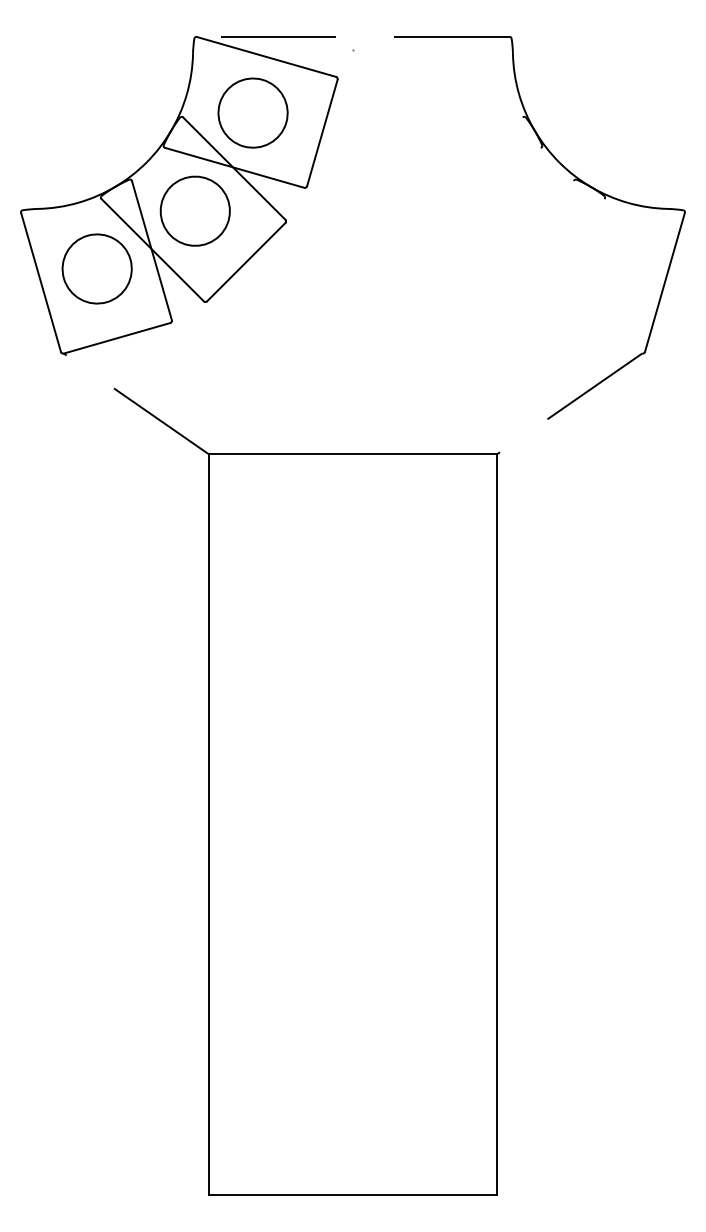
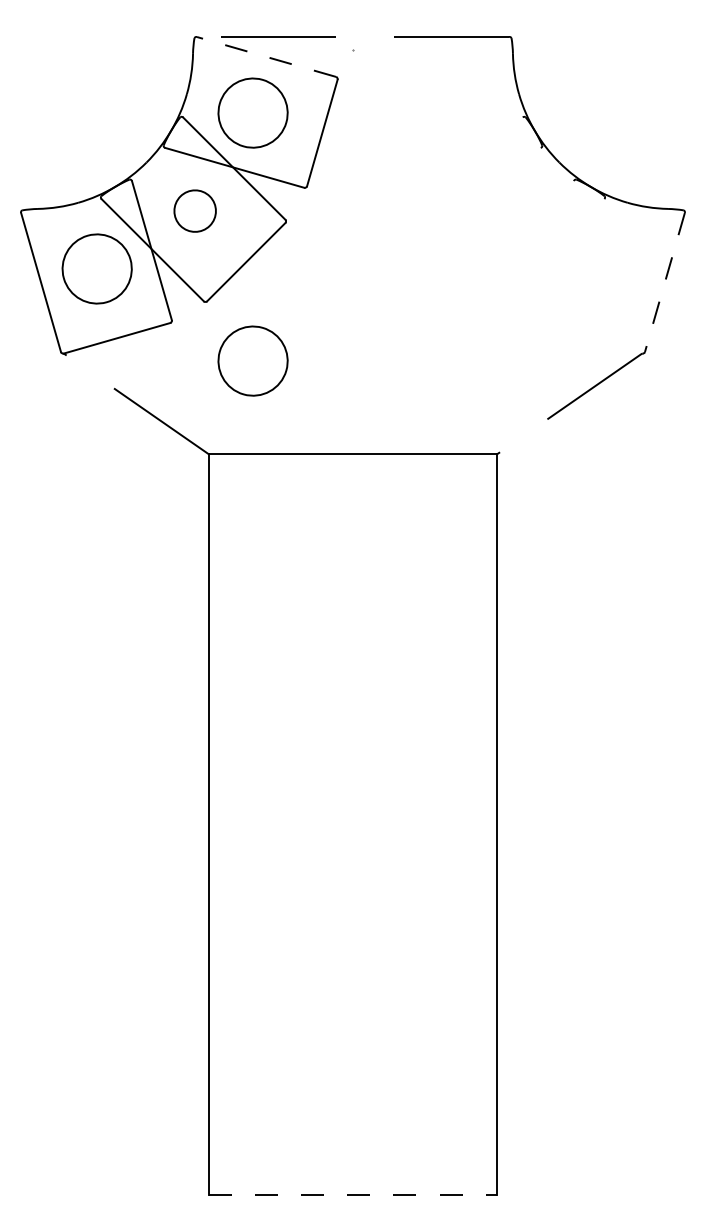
line at (266, 56): solid -> dashed
part at (194, 210) size: 72x72 px -> 44x44 px
line at (664, 282): solid -> dashed
part at (252, 360): none -> present
line at (353, 1195): solid -> dashed
